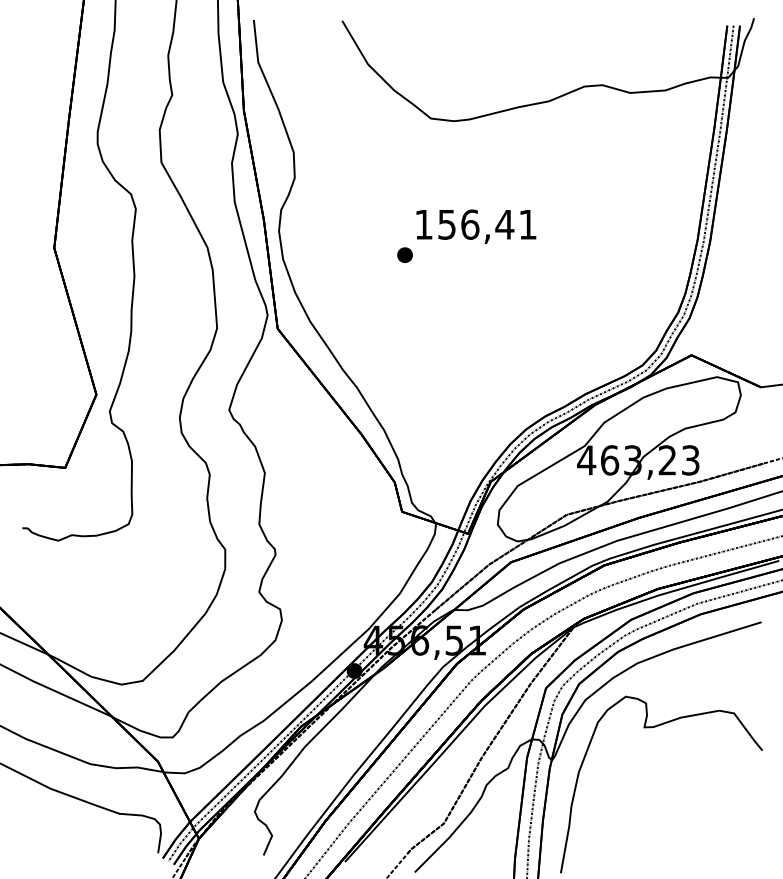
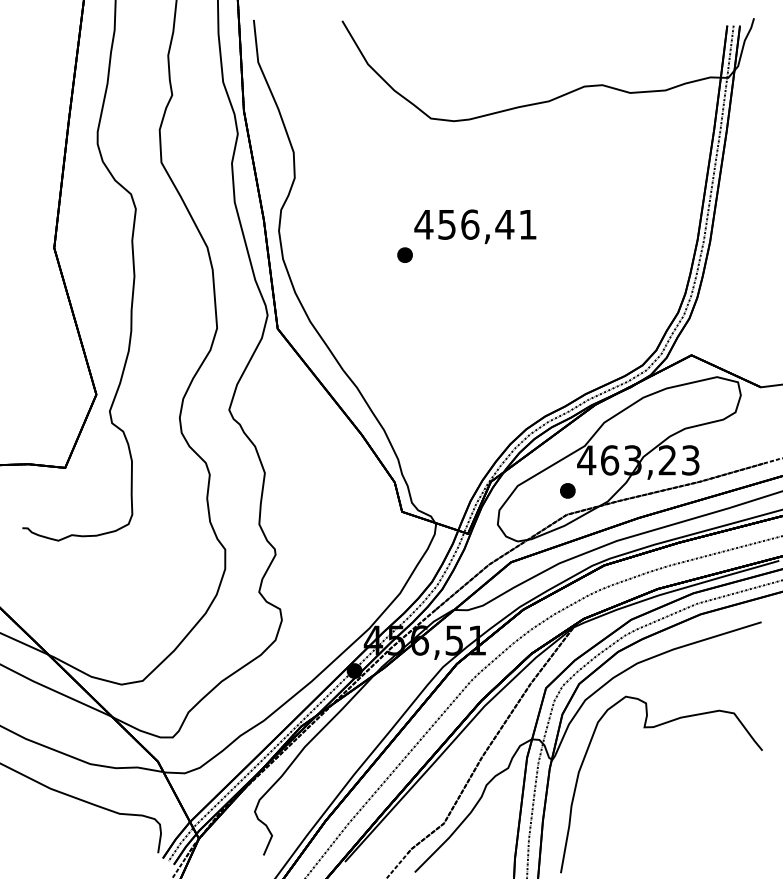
text at (423, 224): 156,41 -> 456,41
part at (567, 490): none -> present
